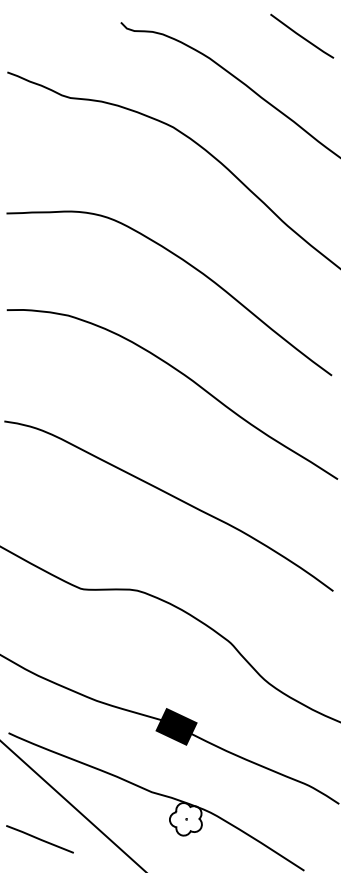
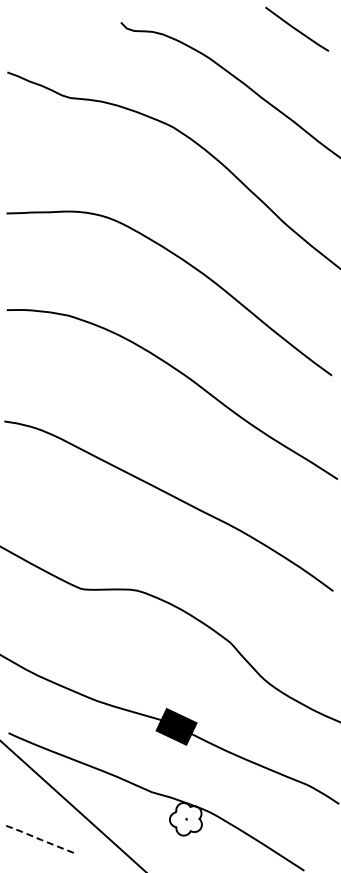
line at (301, 35) position: (301, 35) -> (296, 28)
line at (39, 839): solid -> dashed
